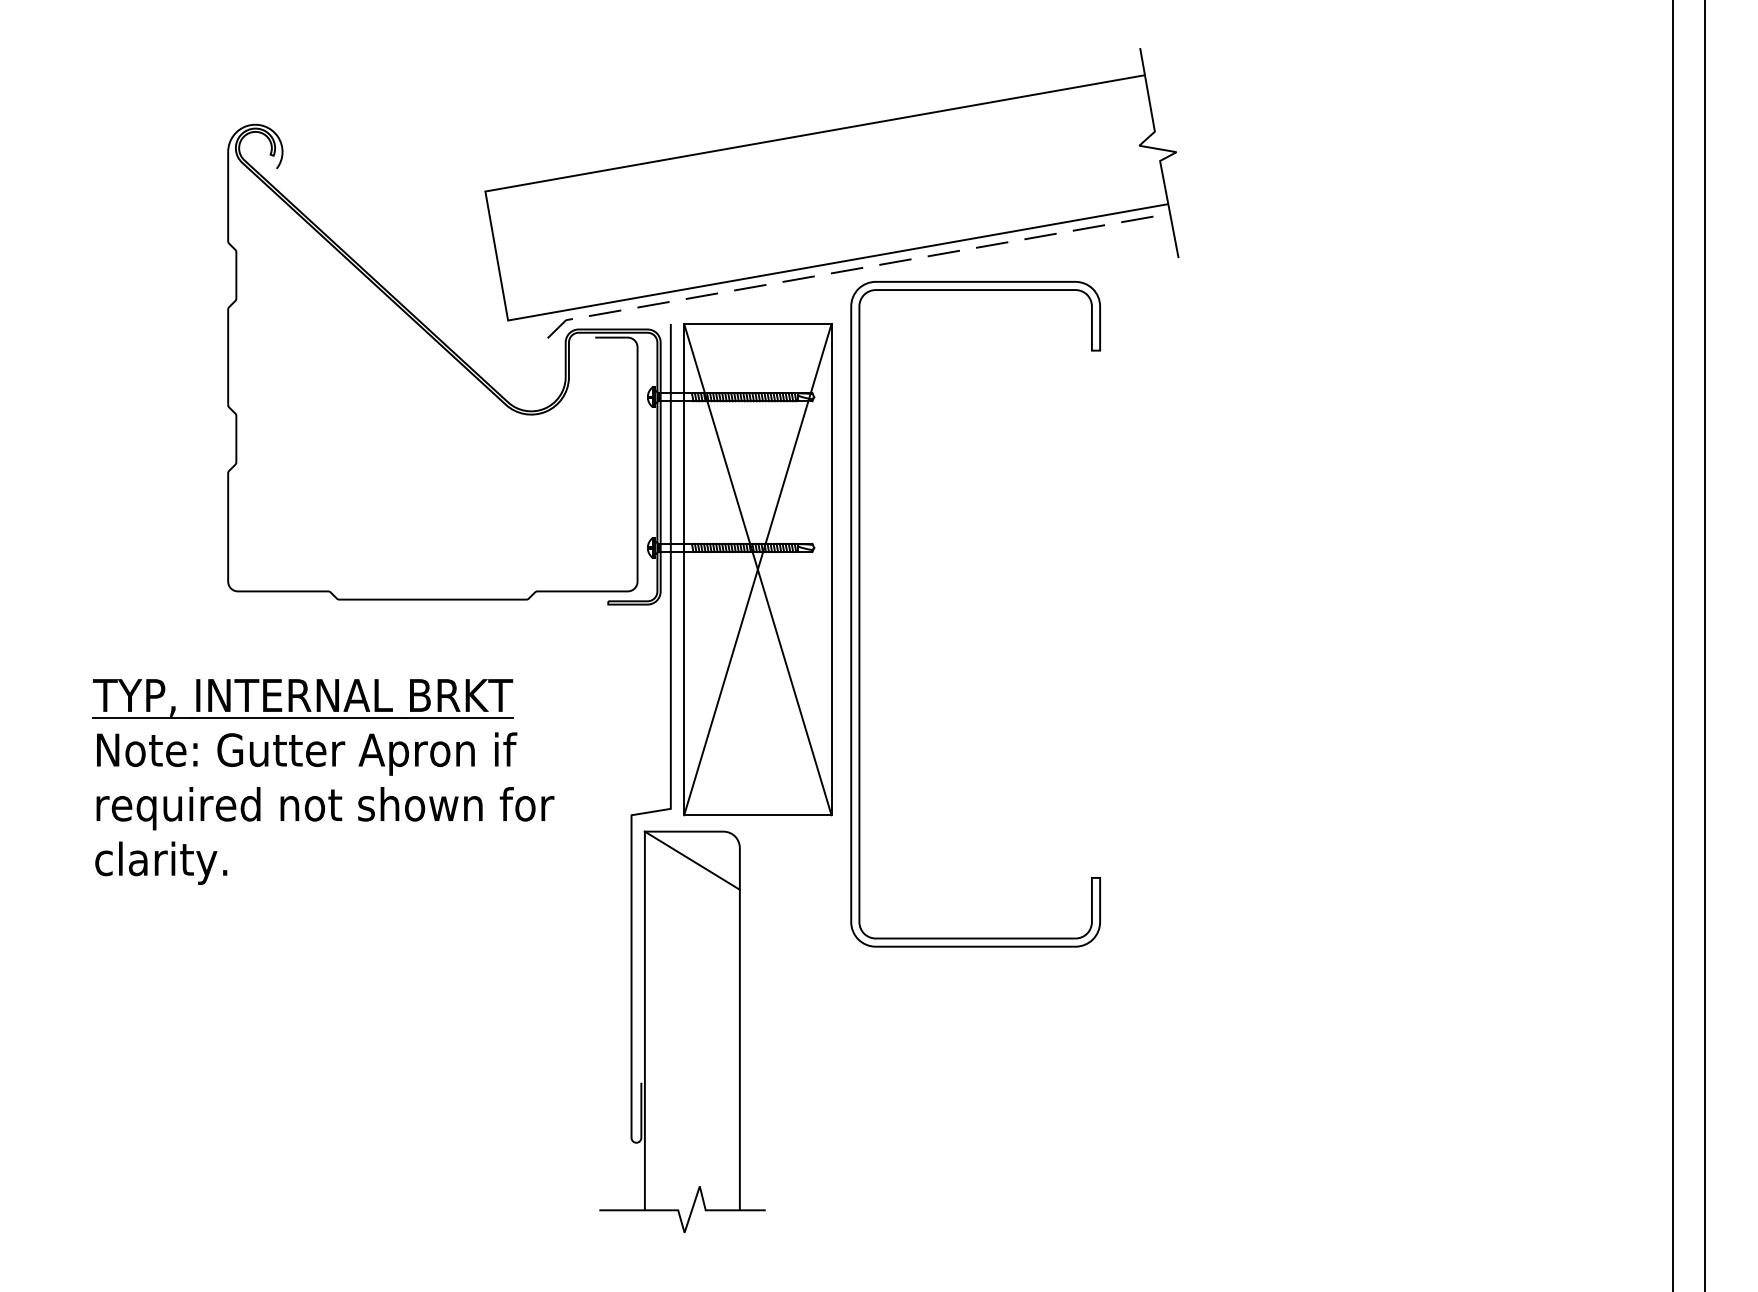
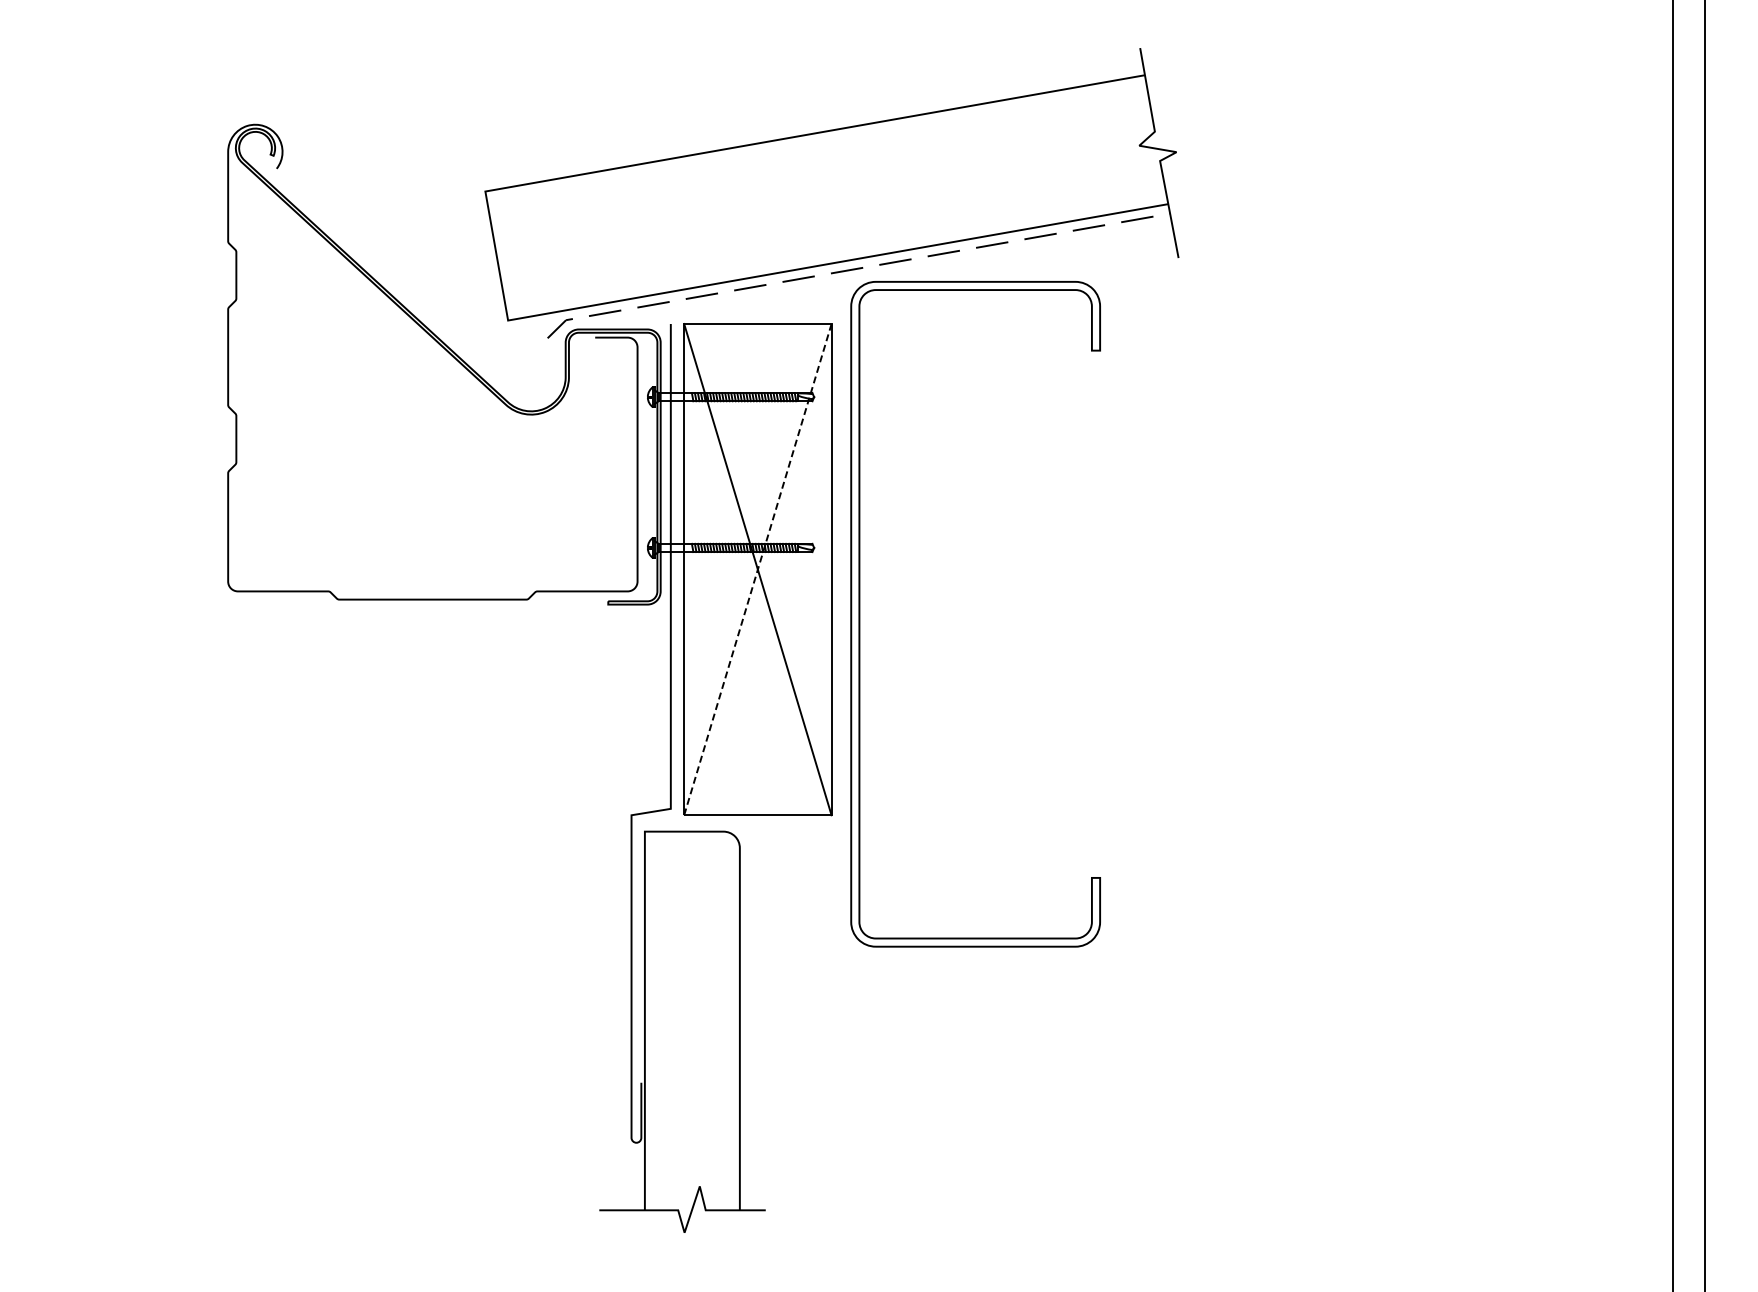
line at (758, 569): solid -> dashed
part at (331, 789): present -> none
line at (691, 860): present -> none
